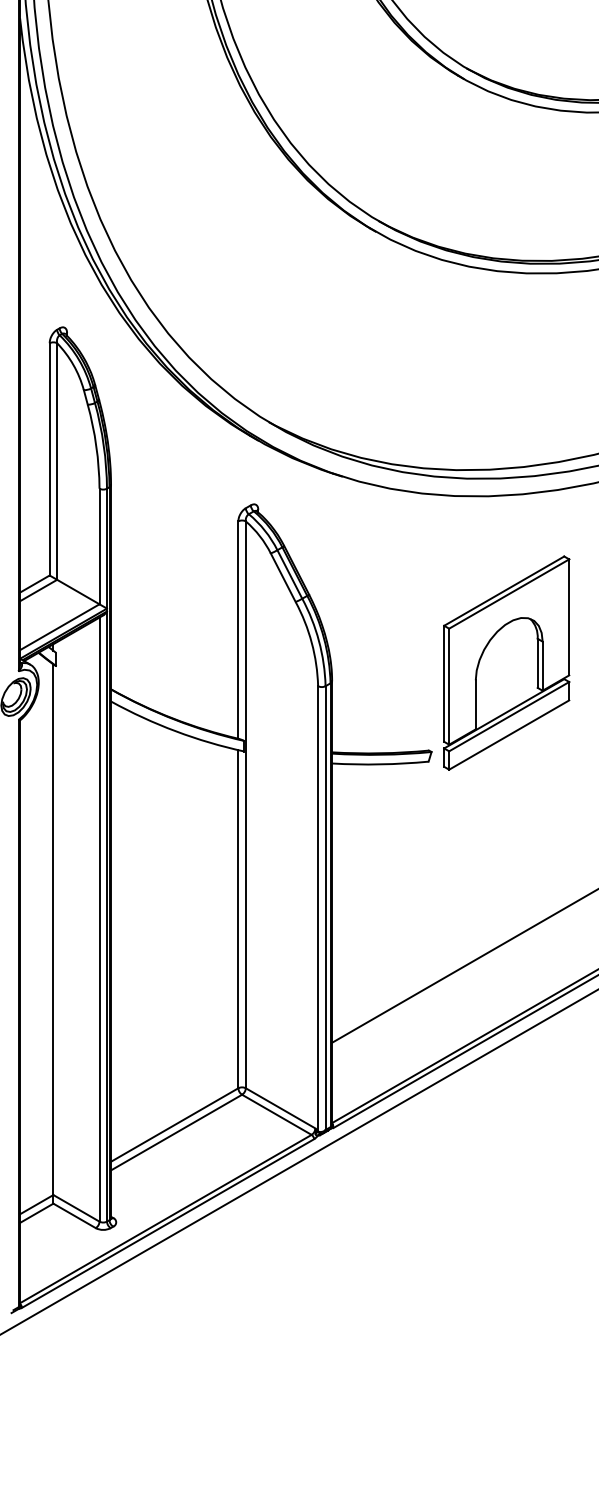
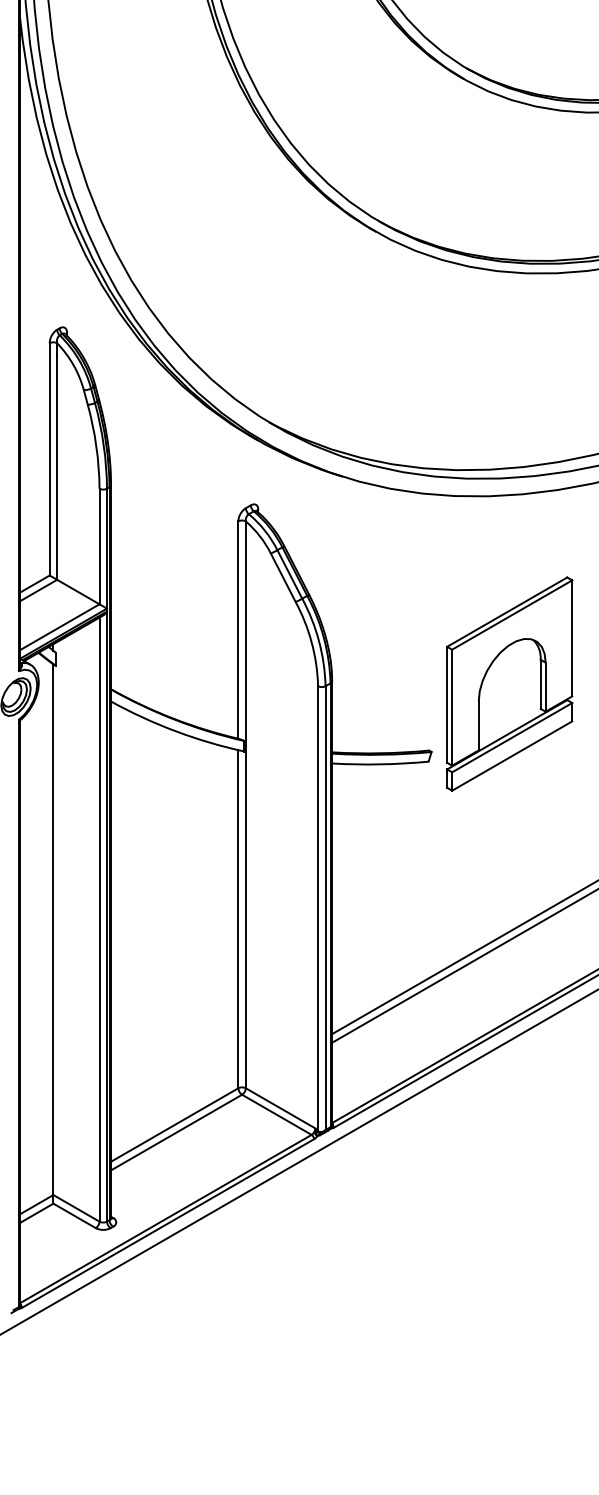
part at (506, 662) position: (506, 662) -> (509, 683)
line at (463, 958): none -> present
